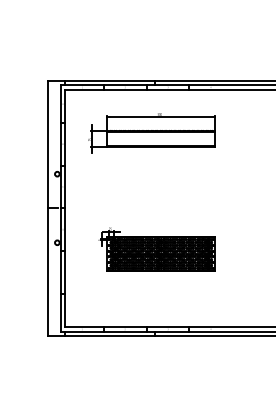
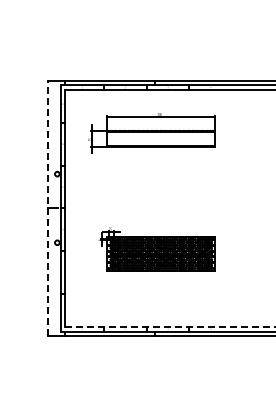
line at (47, 208): solid -> dashed
line at (171, 327): solid -> dashed
